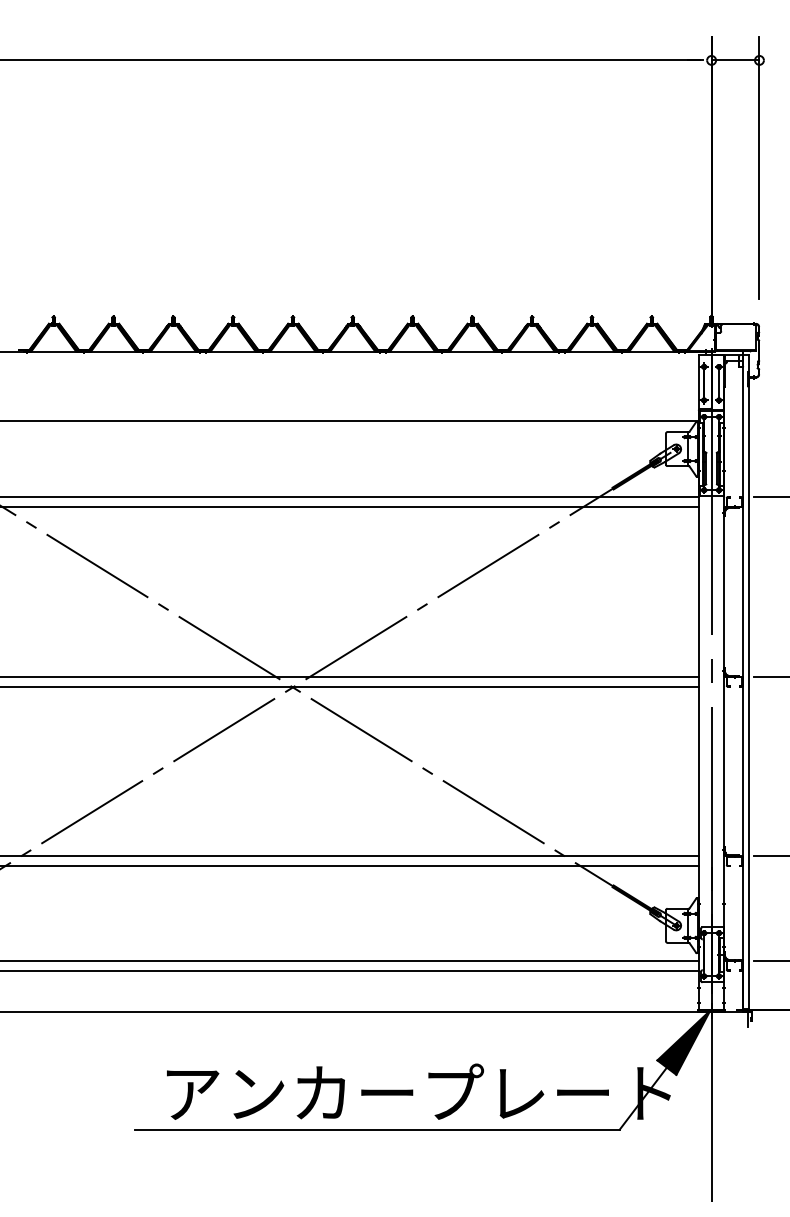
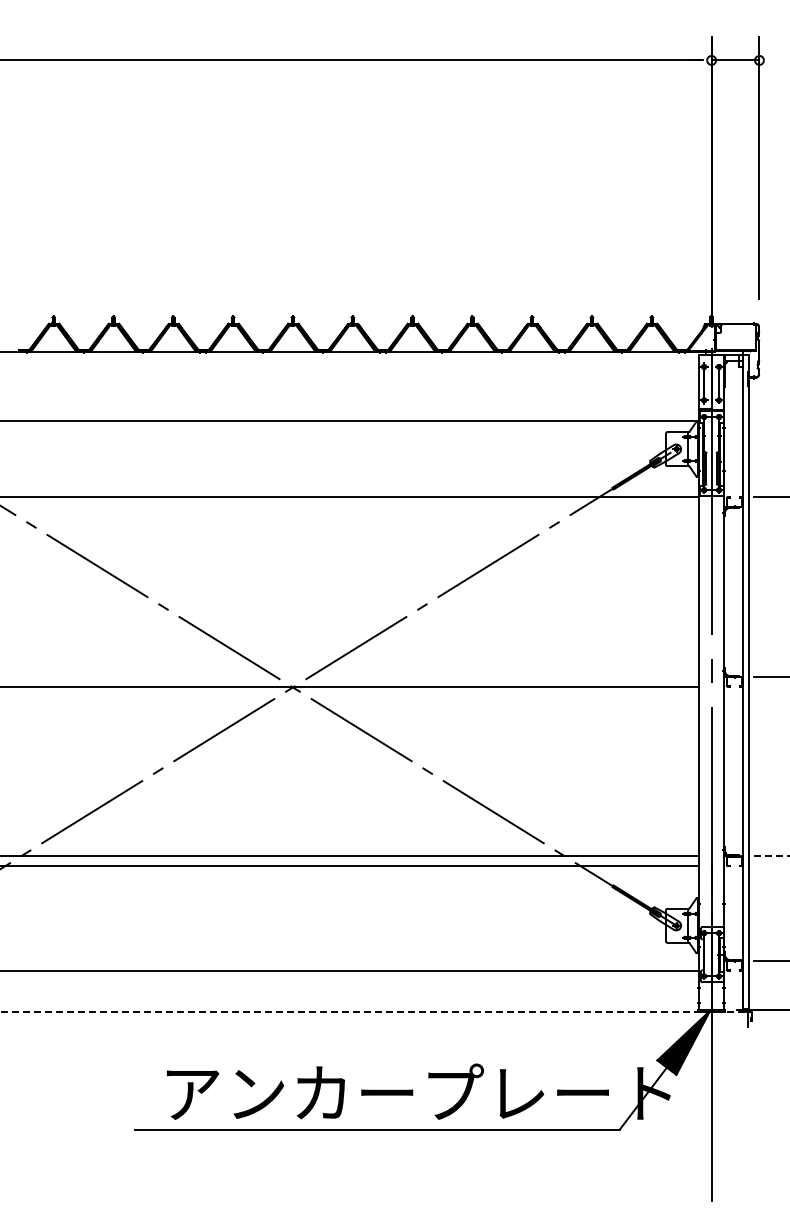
line at (350, 507): present -> none
line at (350, 676): present -> none
line at (771, 856): solid -> dashed
line at (350, 960): present -> none
line at (374, 1011): solid -> dashed
